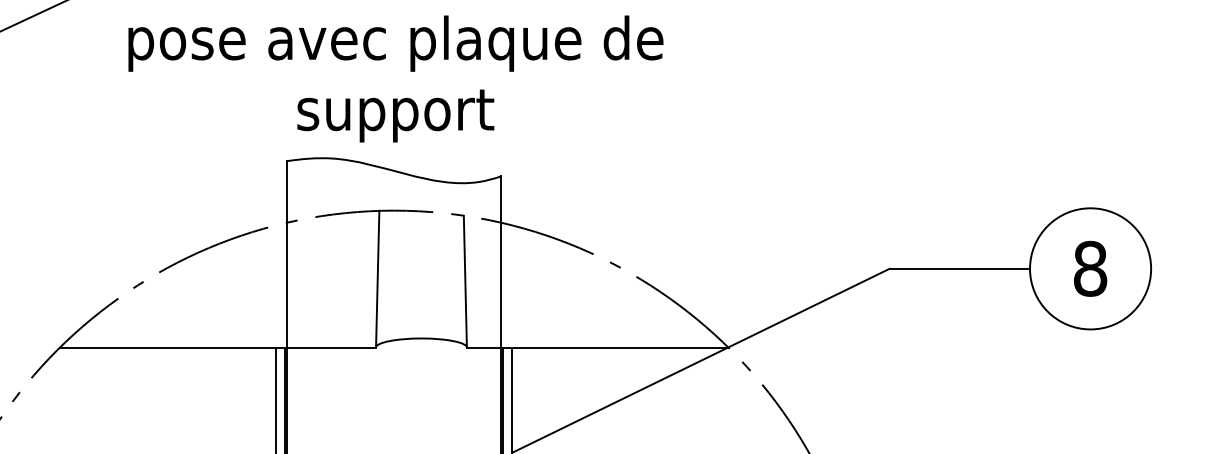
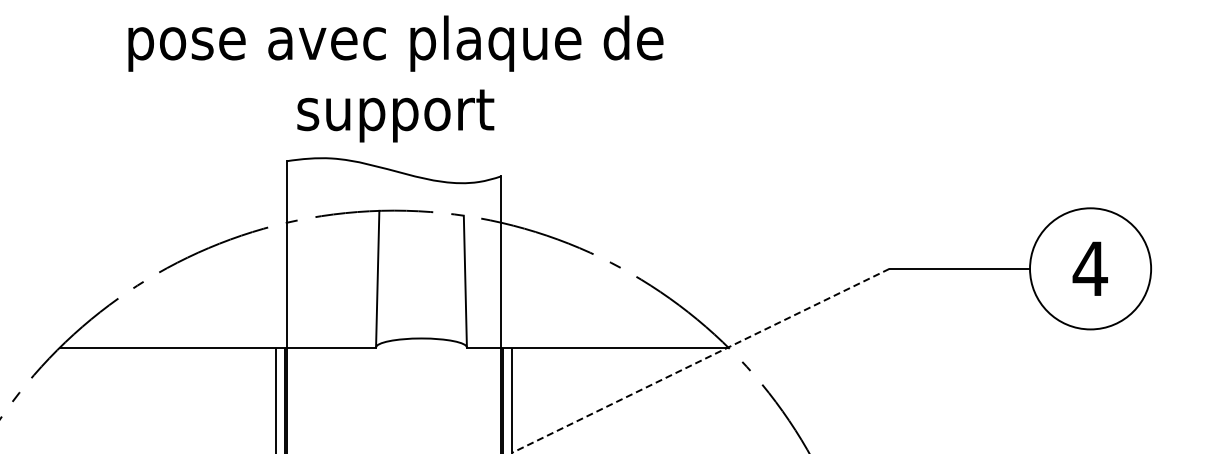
line at (32, 16): present -> none
text at (1089, 268): 8 -> 4
line at (700, 360): solid -> dashed
